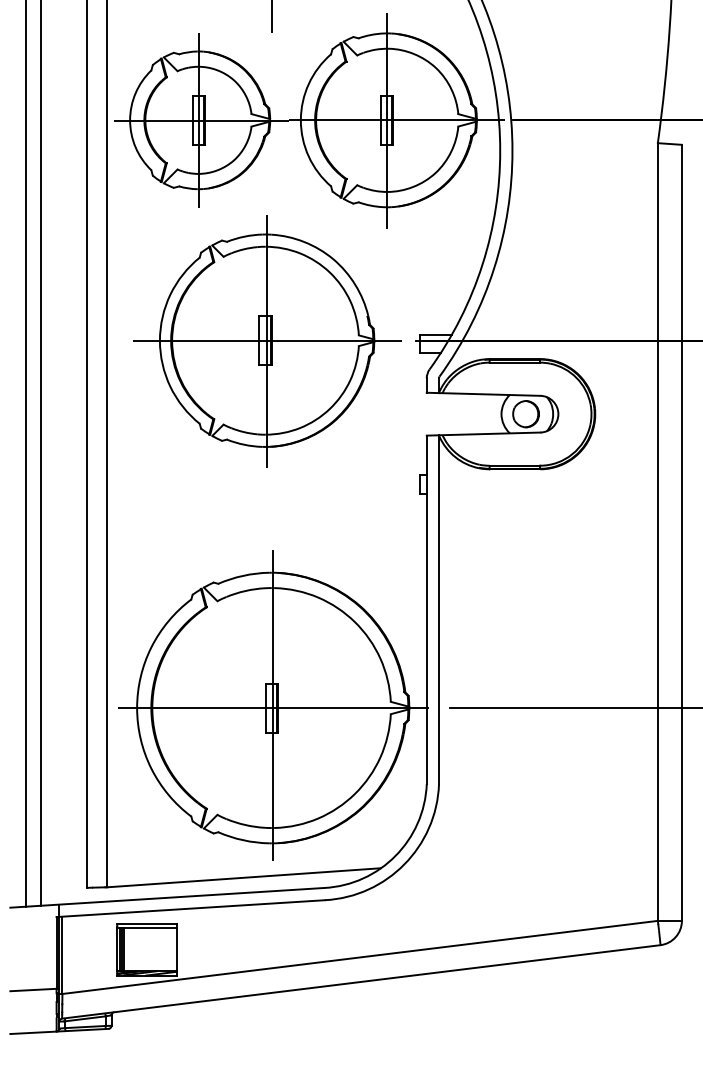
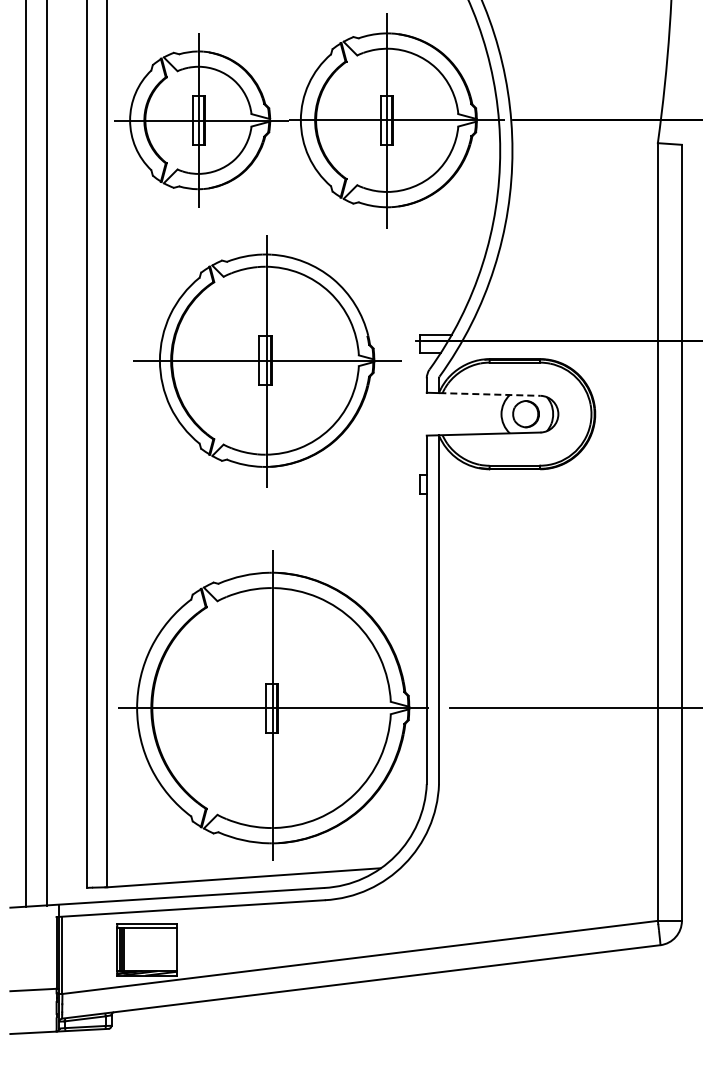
line at (271, 17): present -> none
part at (267, 341) position: (267, 341) -> (267, 361)
line at (489, 394): solid -> dashed
line at (41, 453) position: (41, 453) -> (47, 453)
